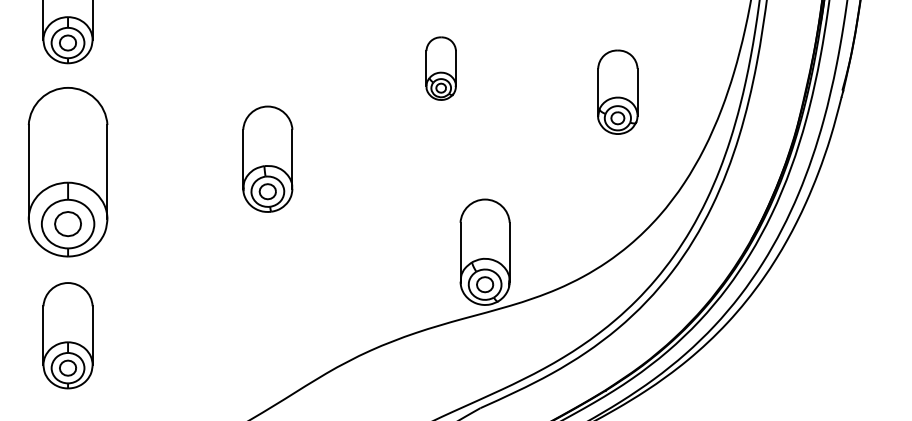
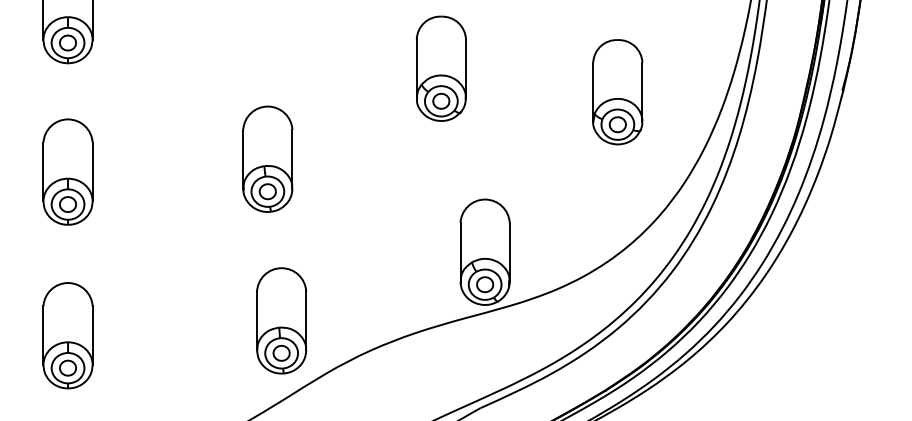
part at (440, 68) size: 32x65 px -> 52x107 px
part at (617, 91) size: 42x86 px -> 52x107 px
part at (67, 172) size: 82x171 px -> 52x108 px
part at (281, 320): none -> present
